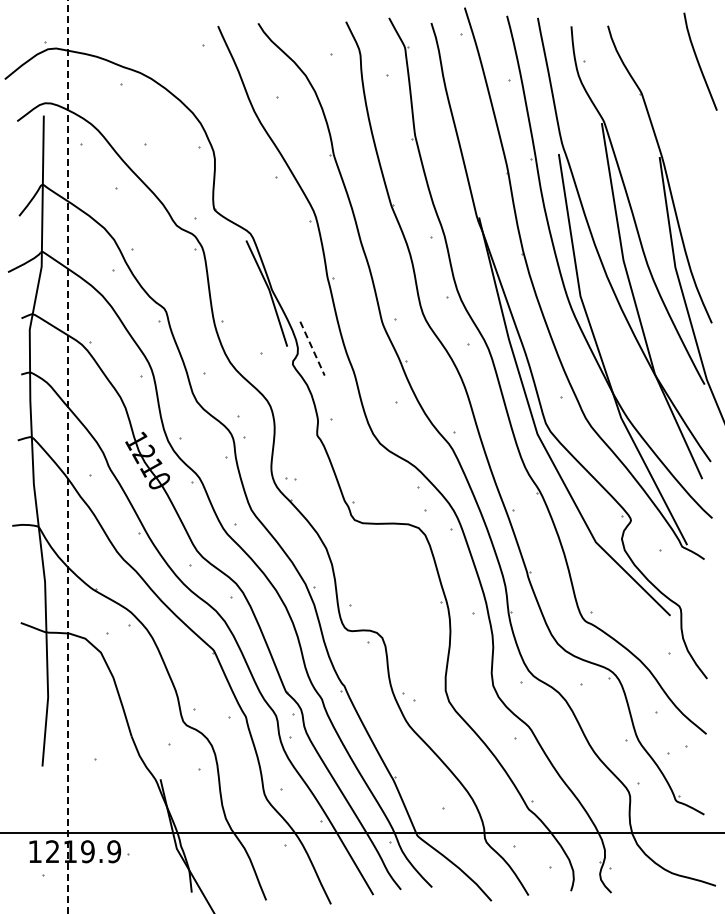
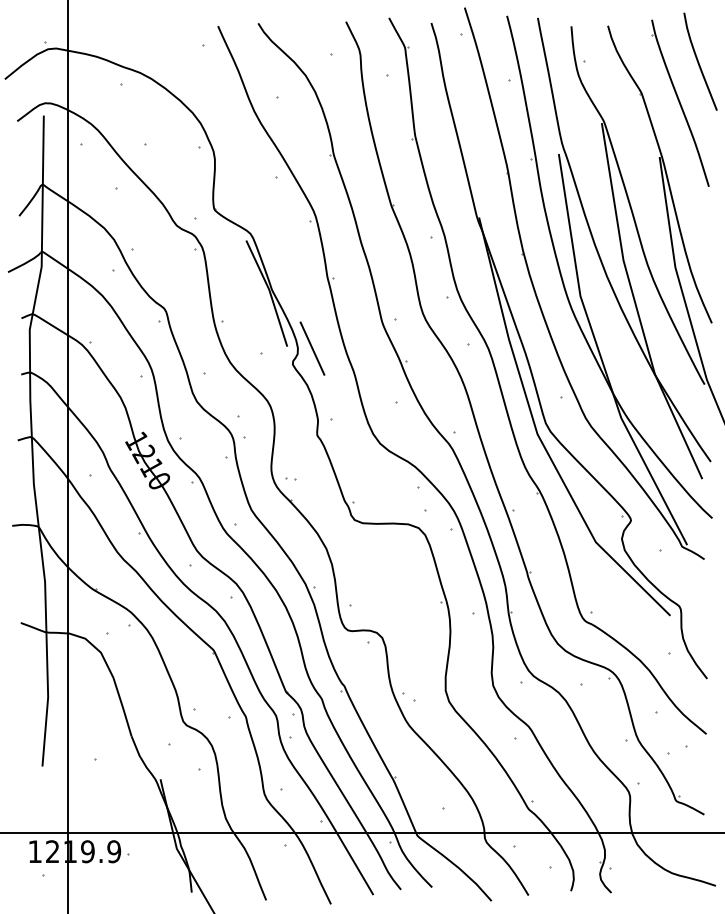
part at (680, 102): none -> present
line at (312, 348): dashed -> solid
line at (67, 457): dashed -> solid
